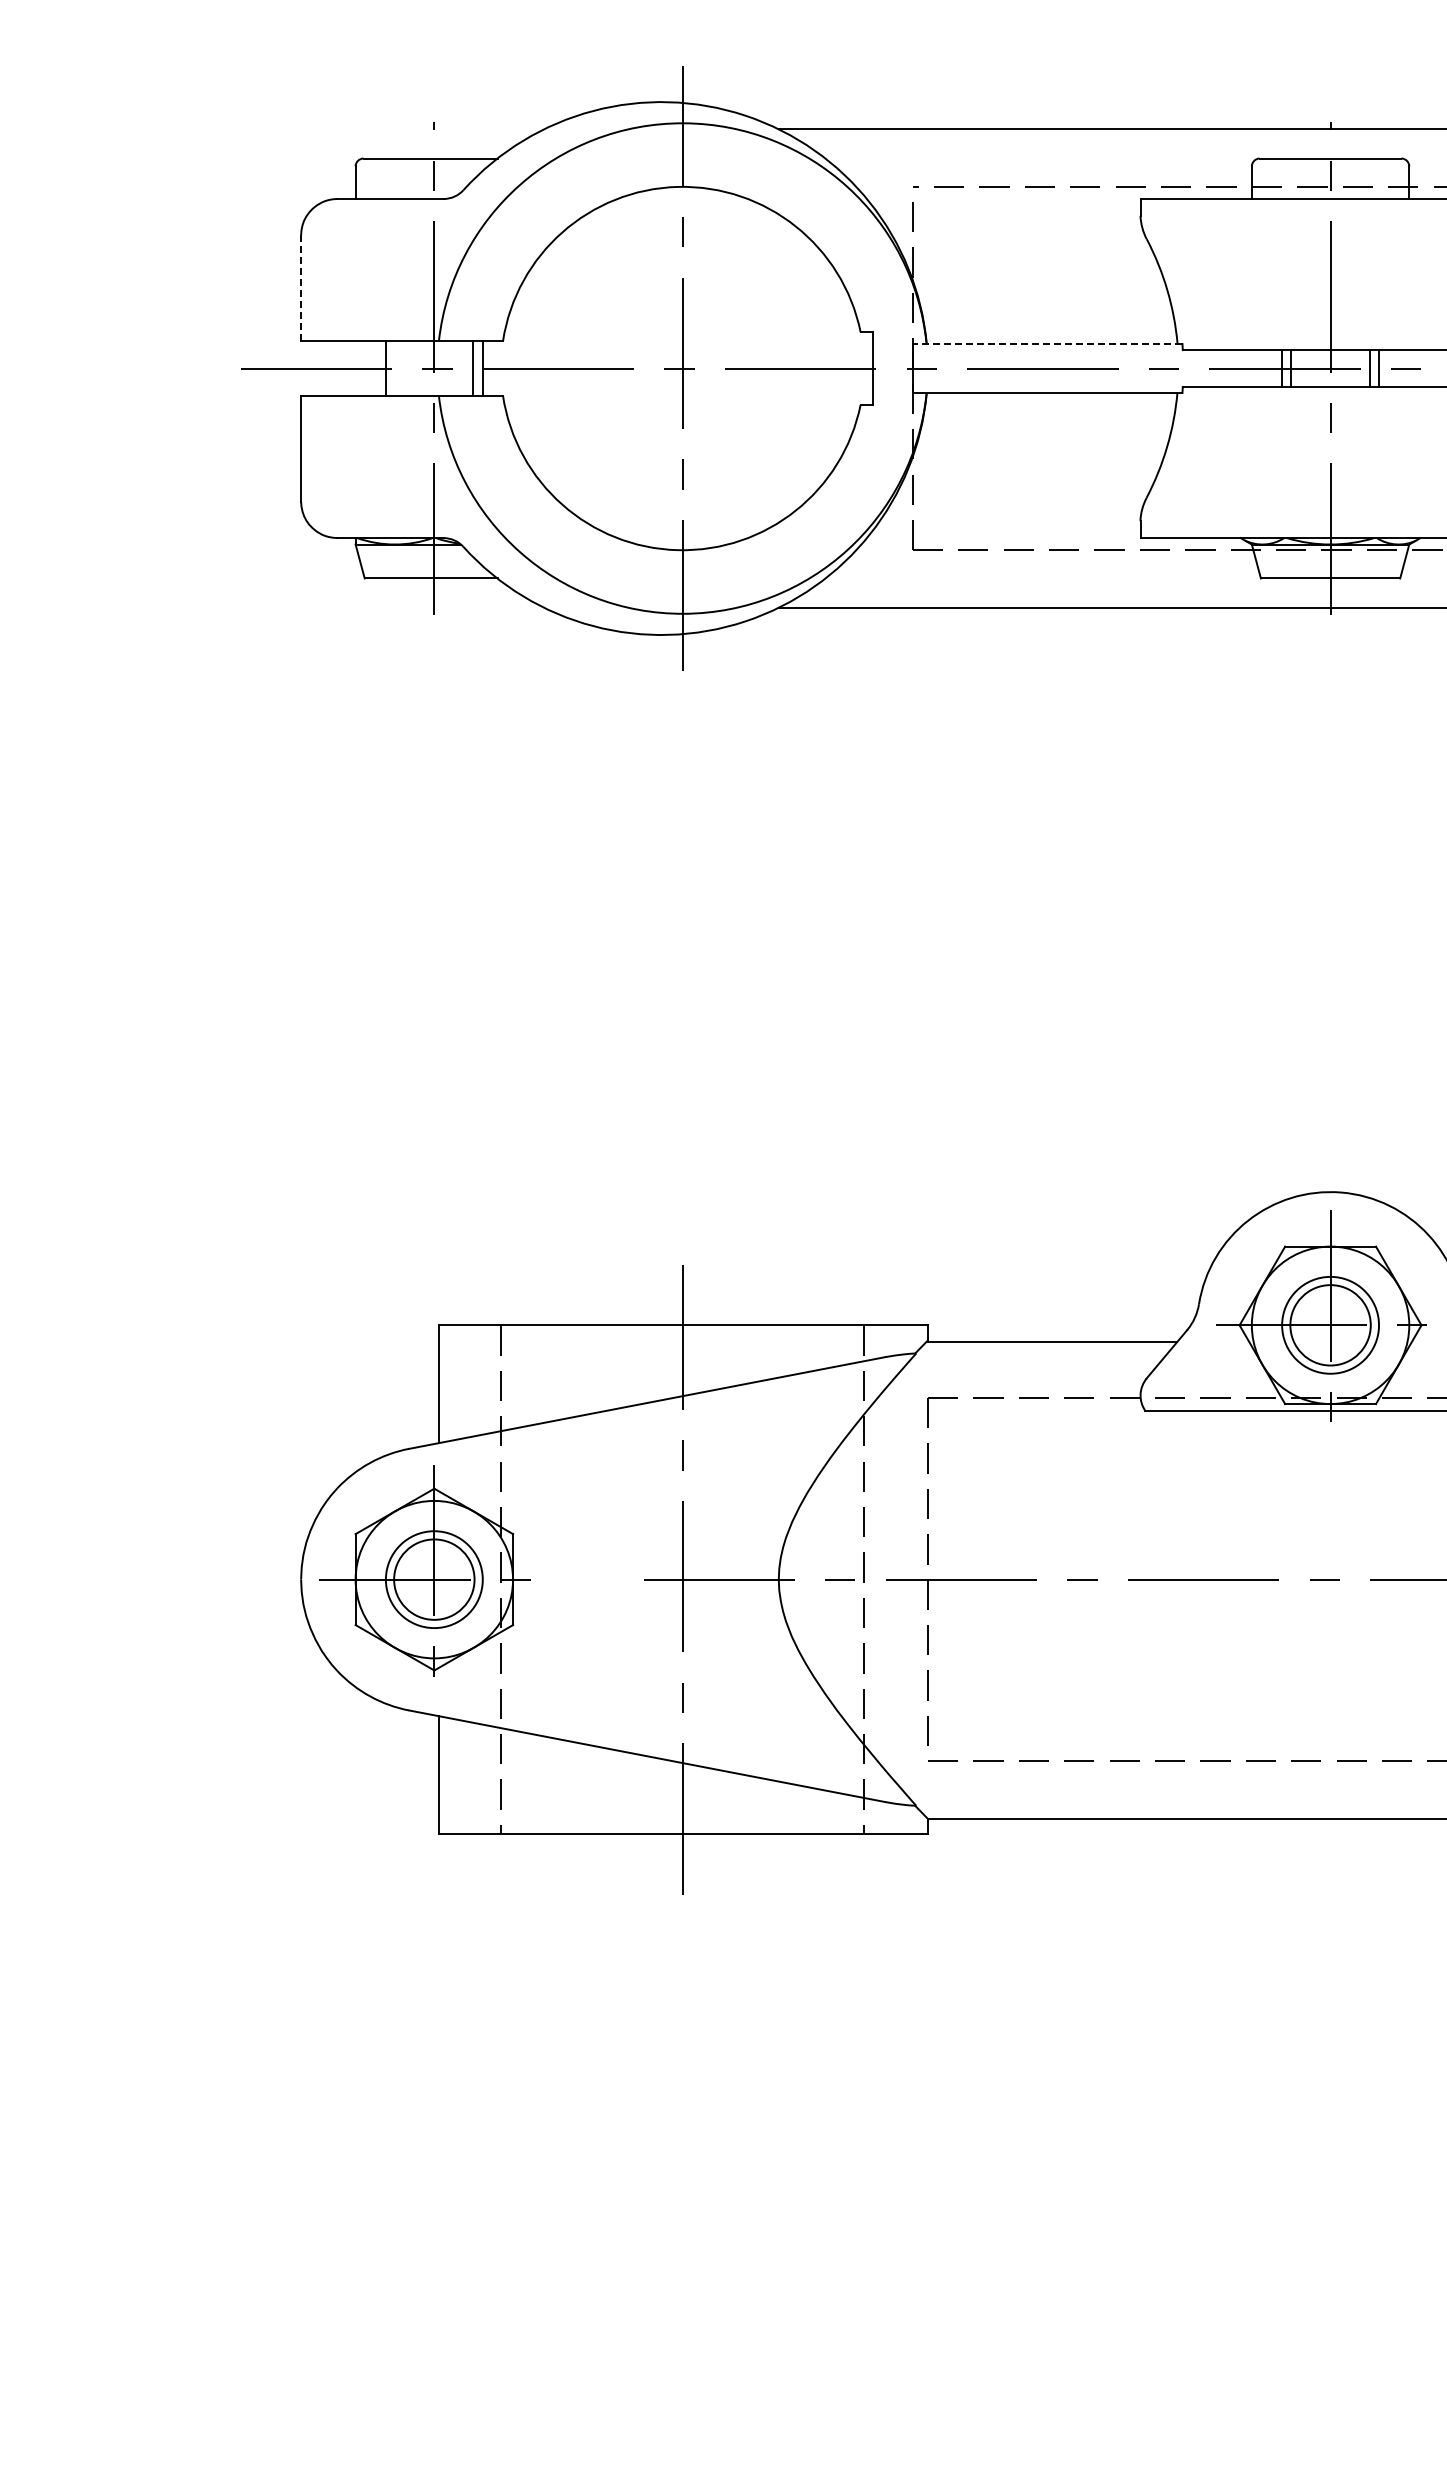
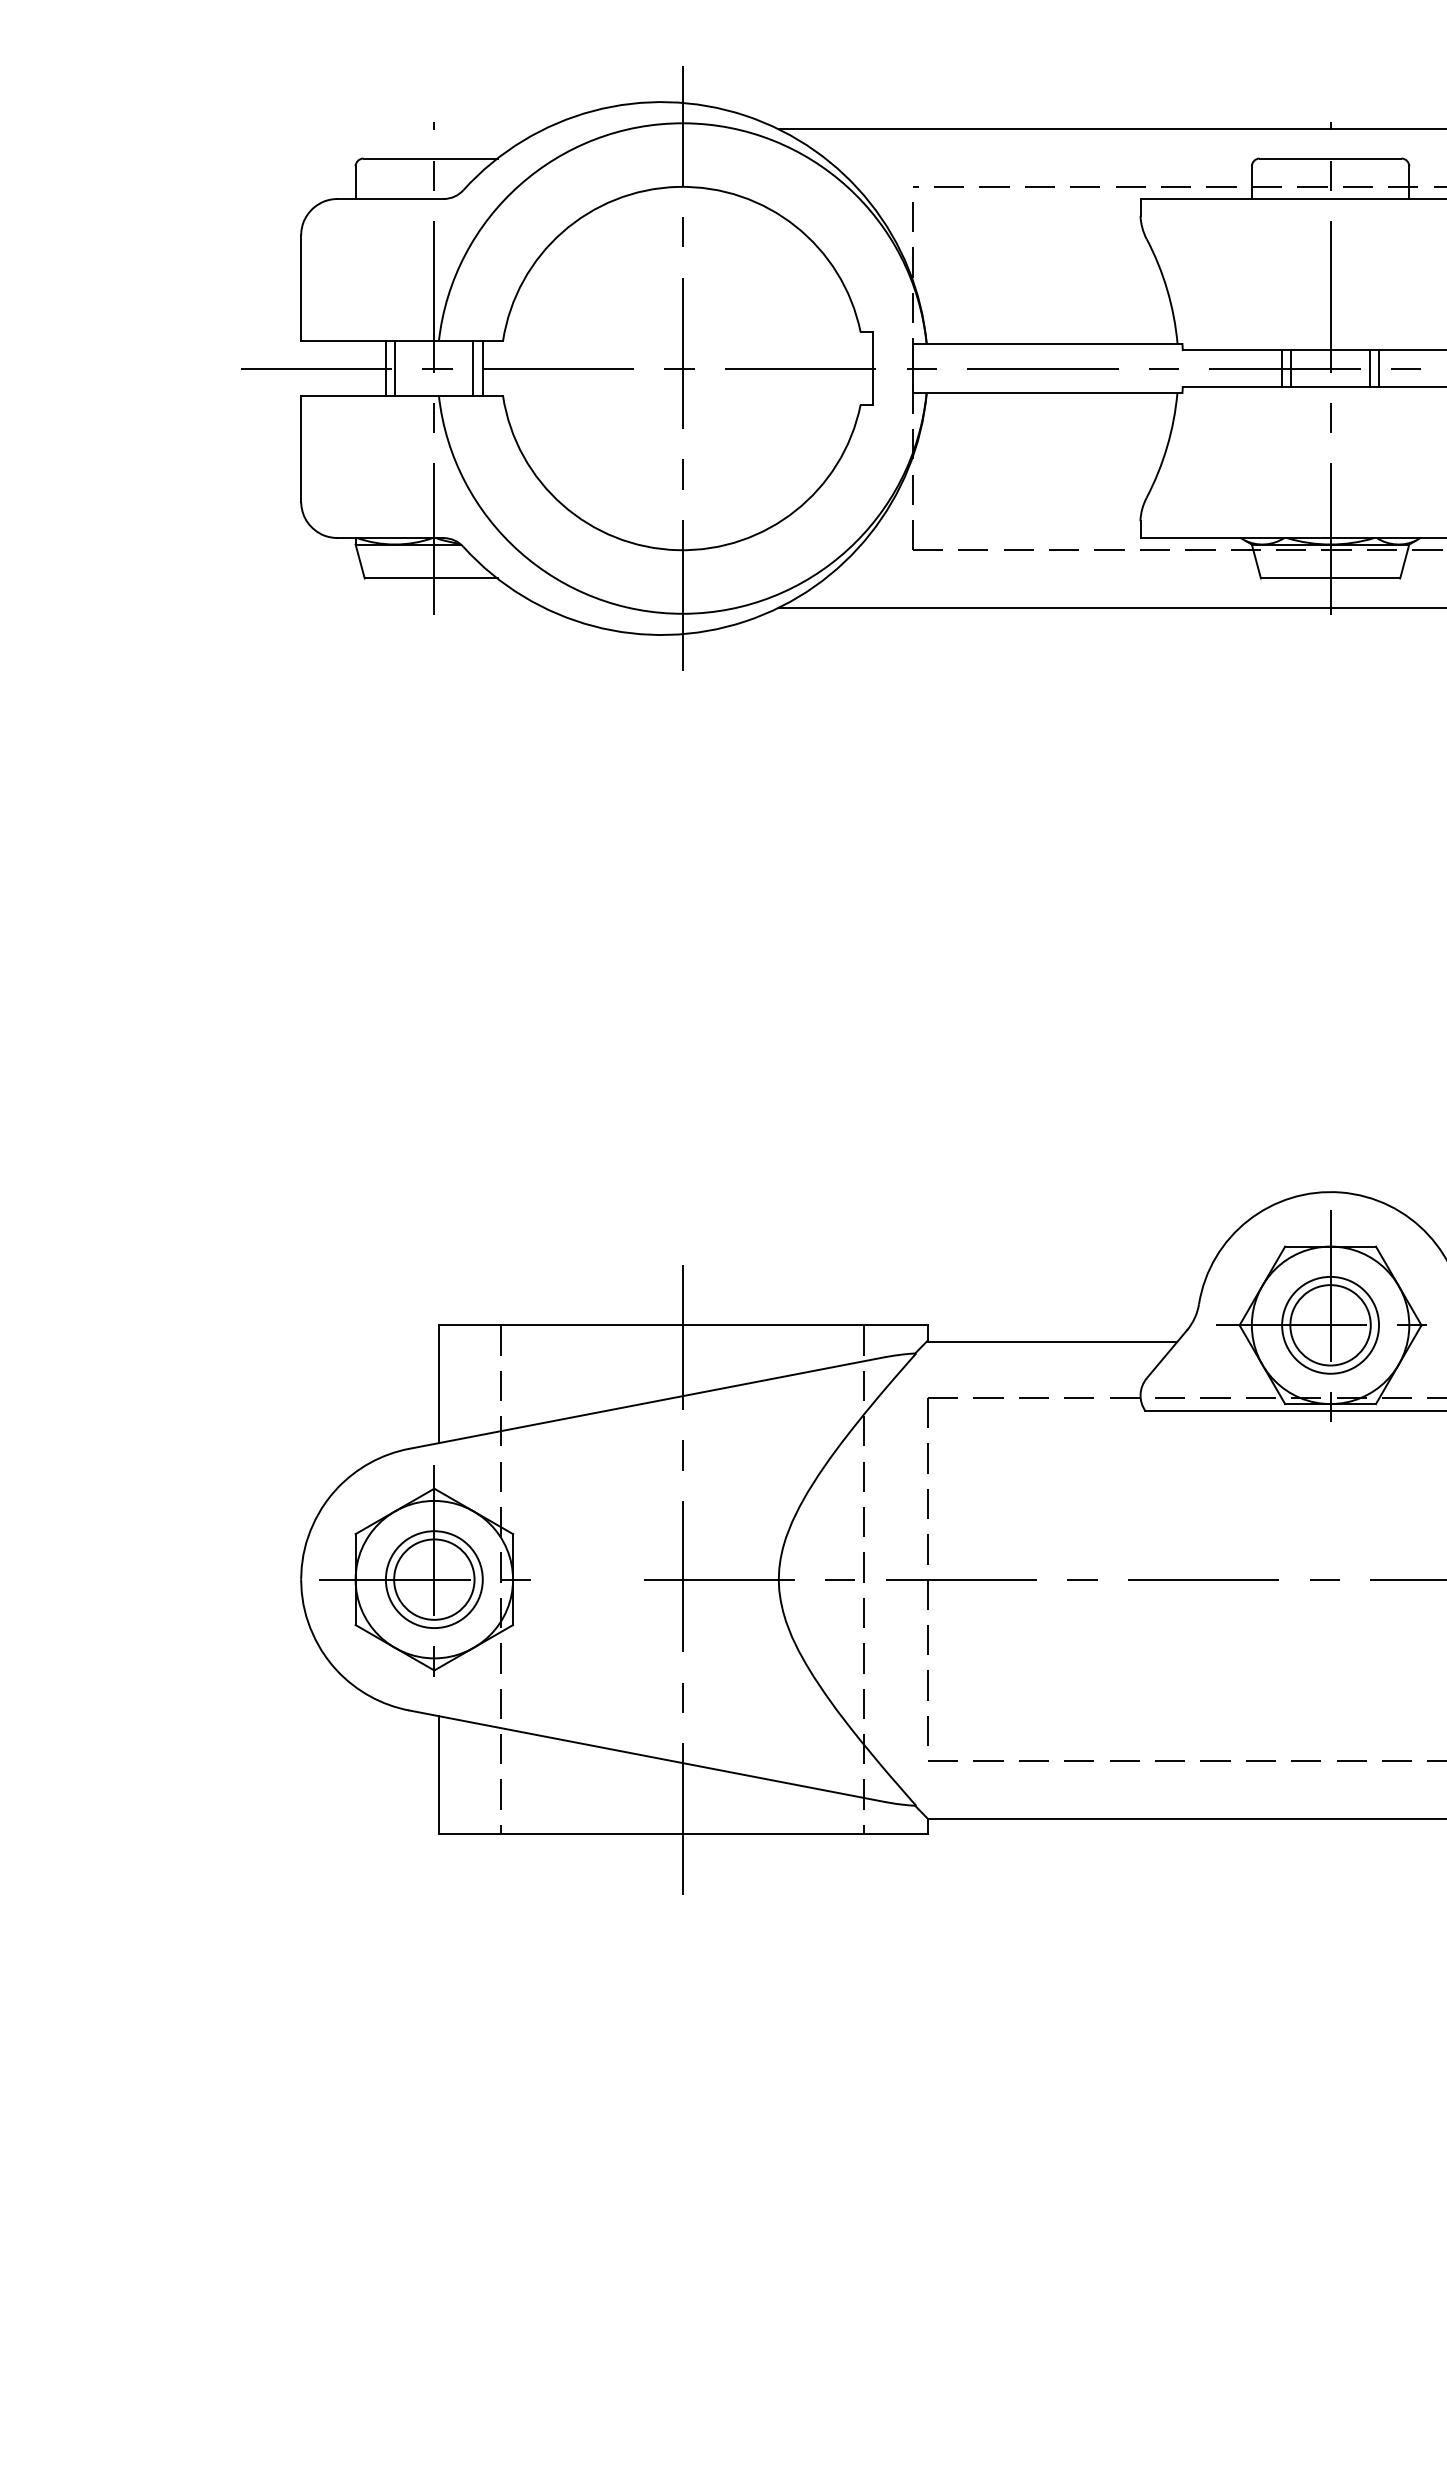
line at (301, 288): dashed -> solid
line at (1047, 343): dashed -> solid
line at (395, 368): none -> present
